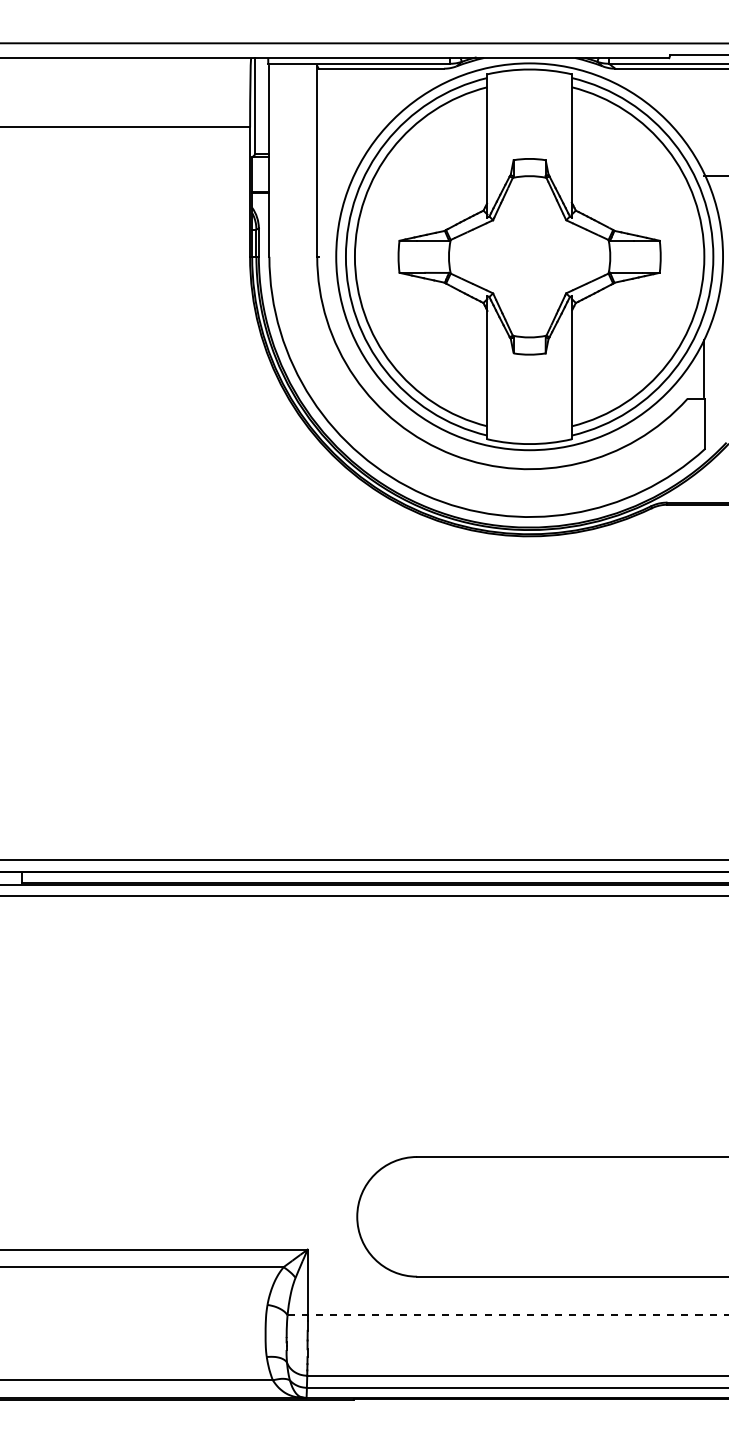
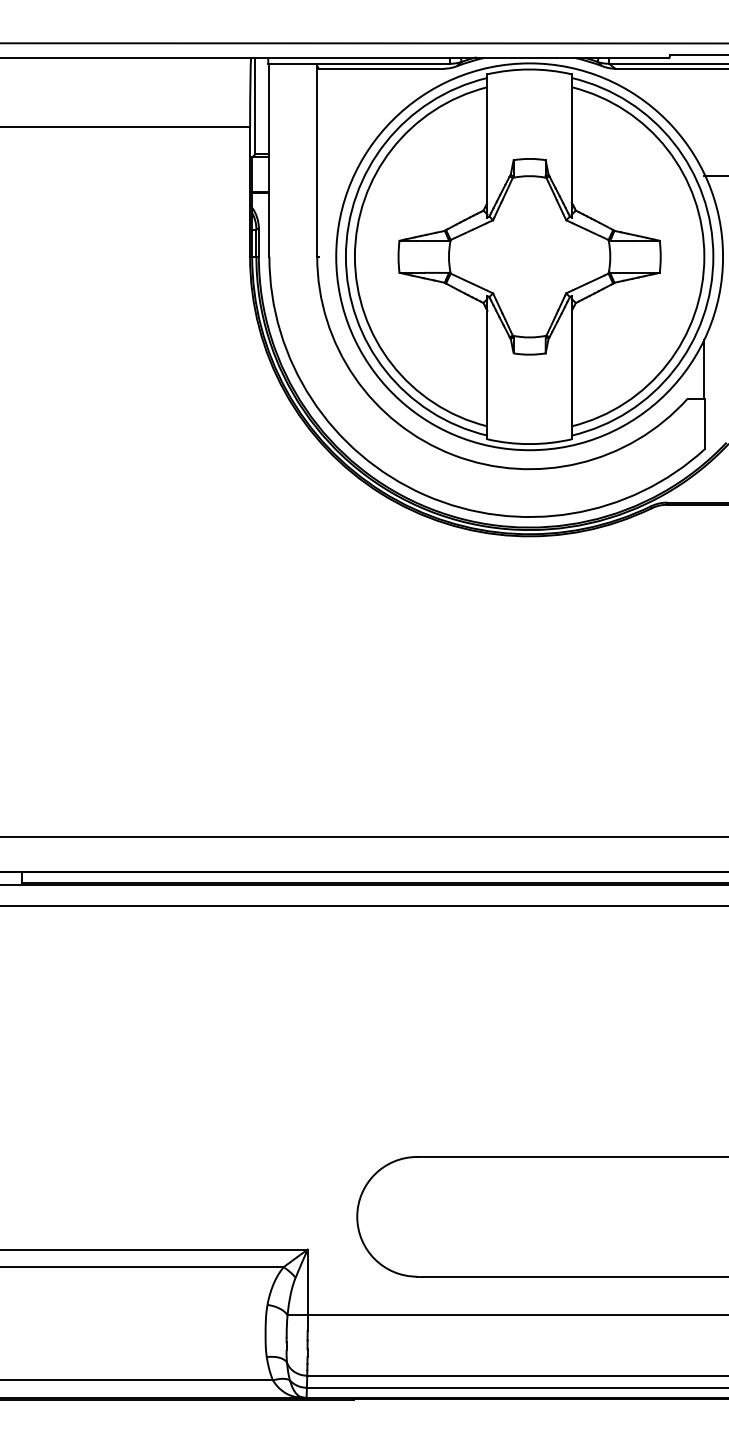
line at (363, 860) position: (363, 860) -> (363, 837)
line at (363, 895) position: (363, 895) -> (363, 905)
line at (508, 1315): dashed -> solid
